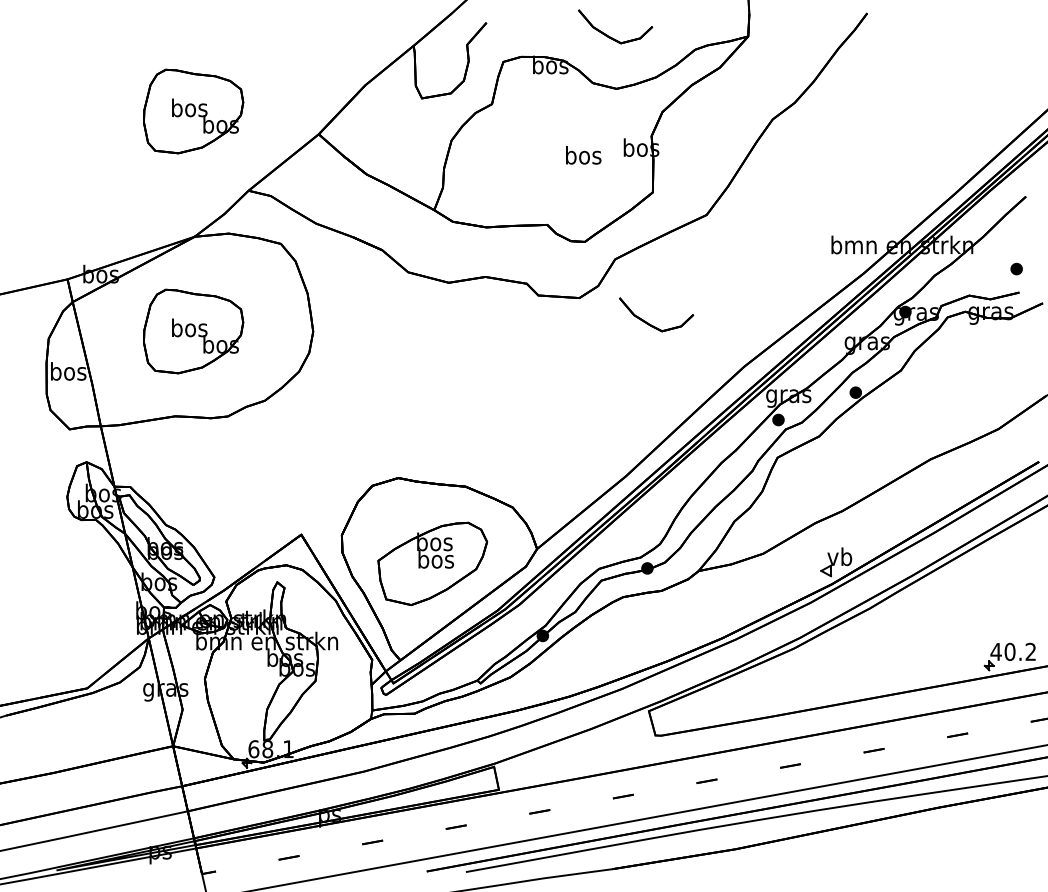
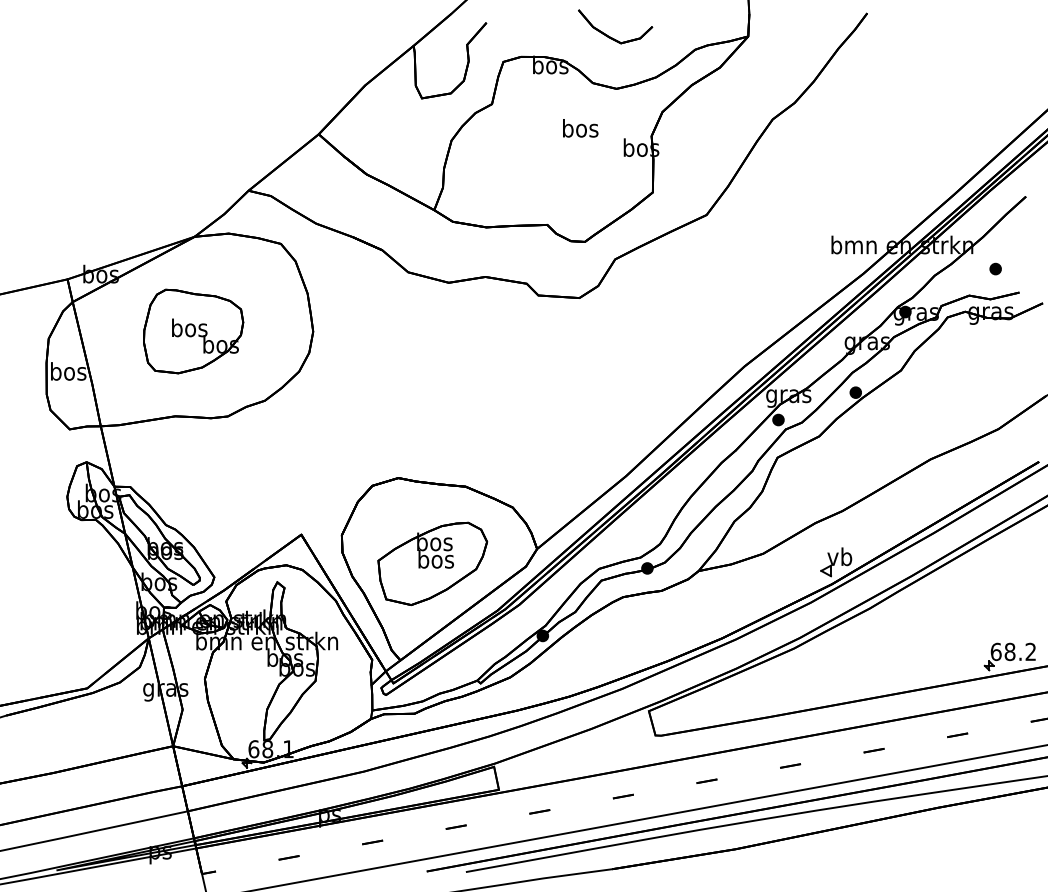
part at (193, 111): present -> none
text at (583, 155) position: (583, 155) -> (580, 128)
part at (1016, 268) position: (1016, 268) -> (995, 268)
part at (651, 324): present -> none
text at (1002, 651): 40.2 -> 68.2
